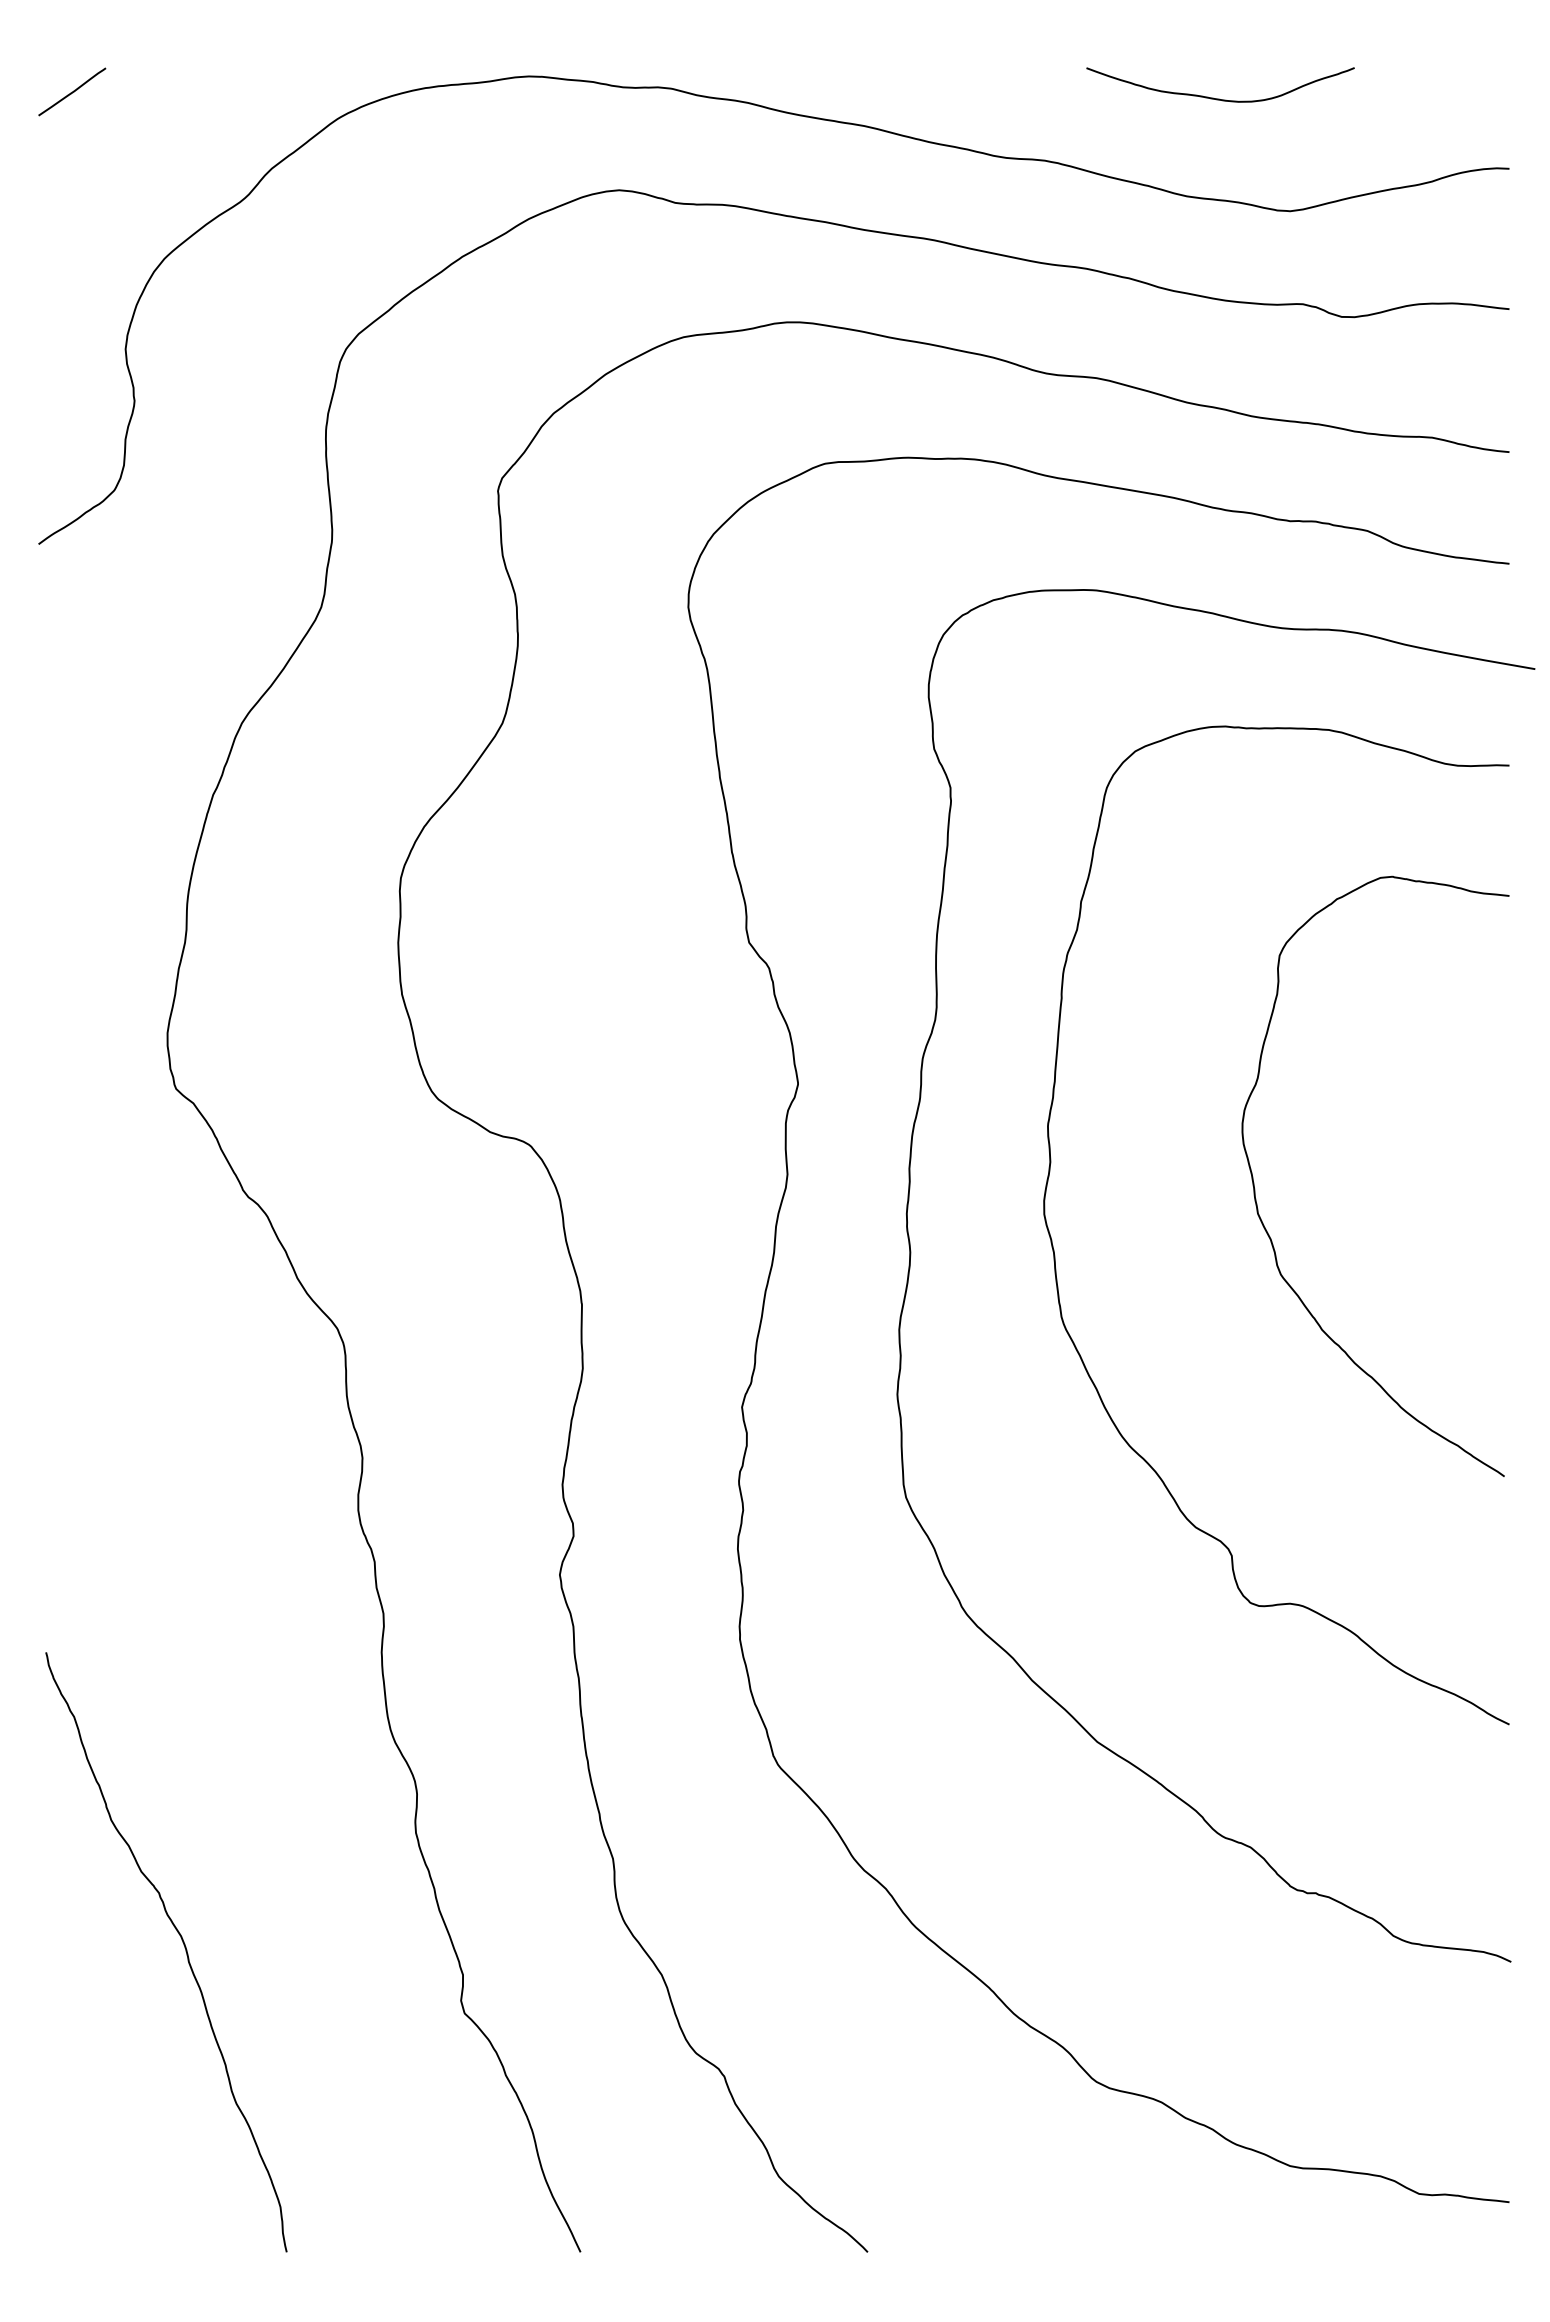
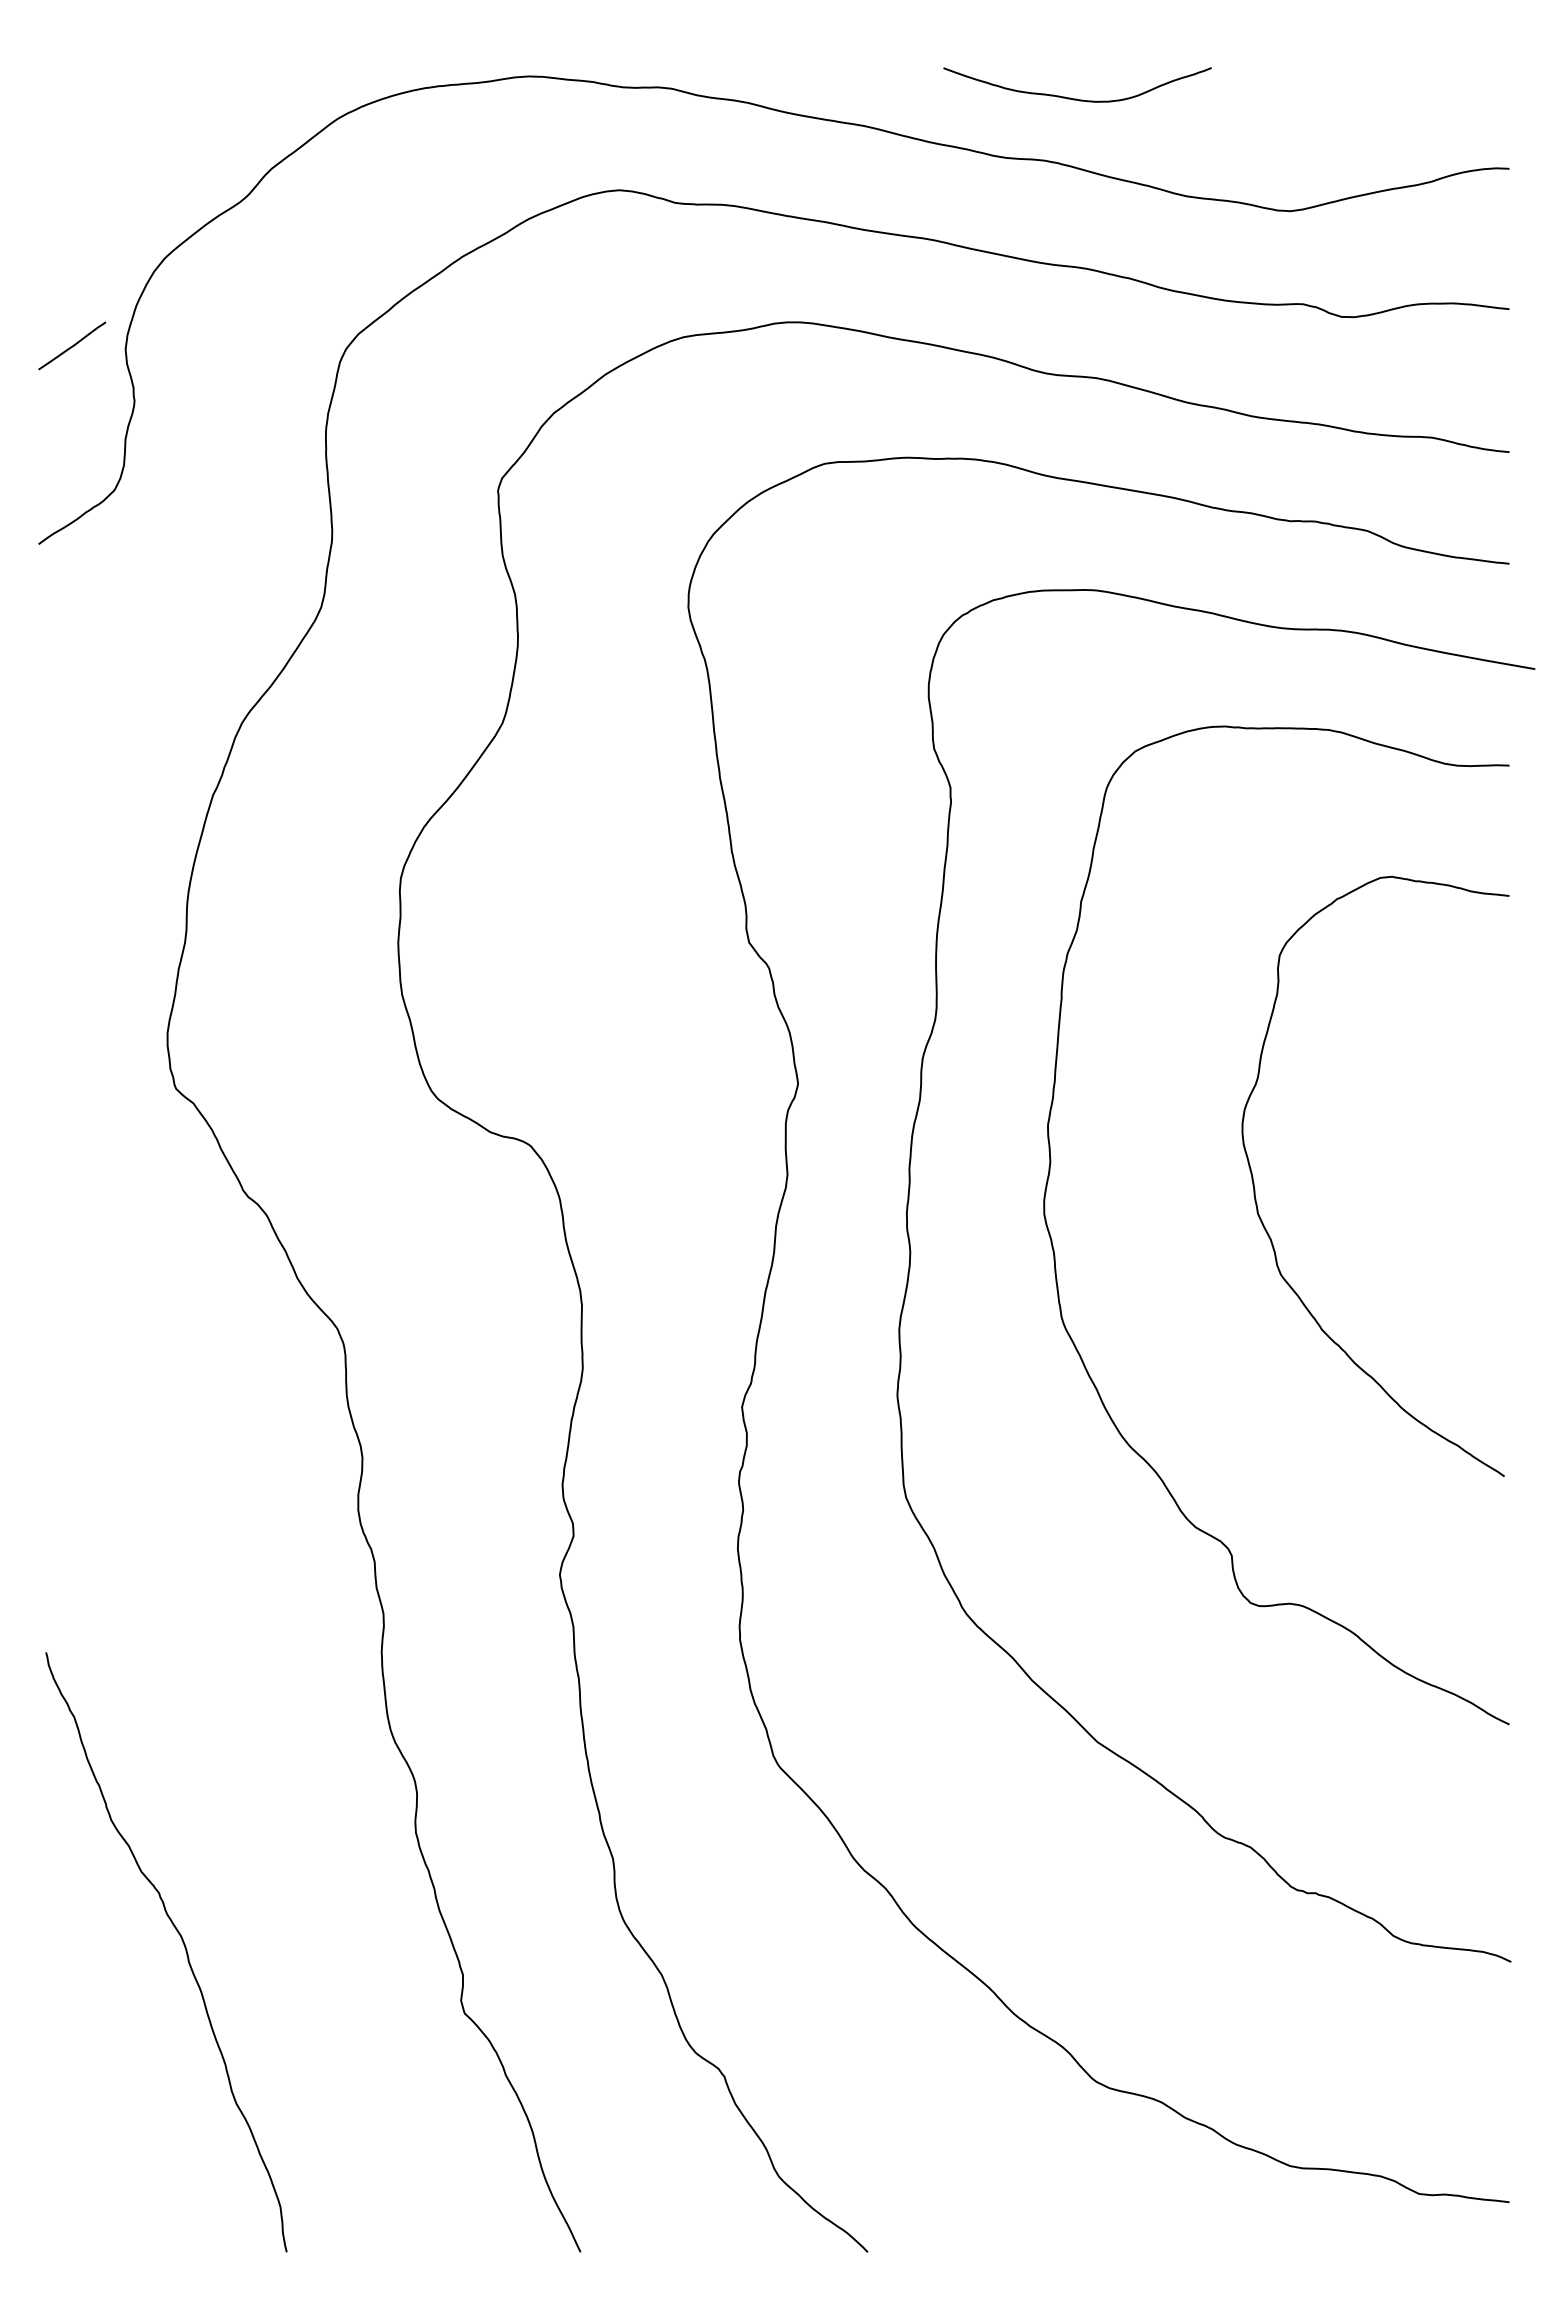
line at (72, 91) position: (72, 91) -> (72, 345)
curve at (1219, 98) position: (1219, 98) -> (1076, 98)
